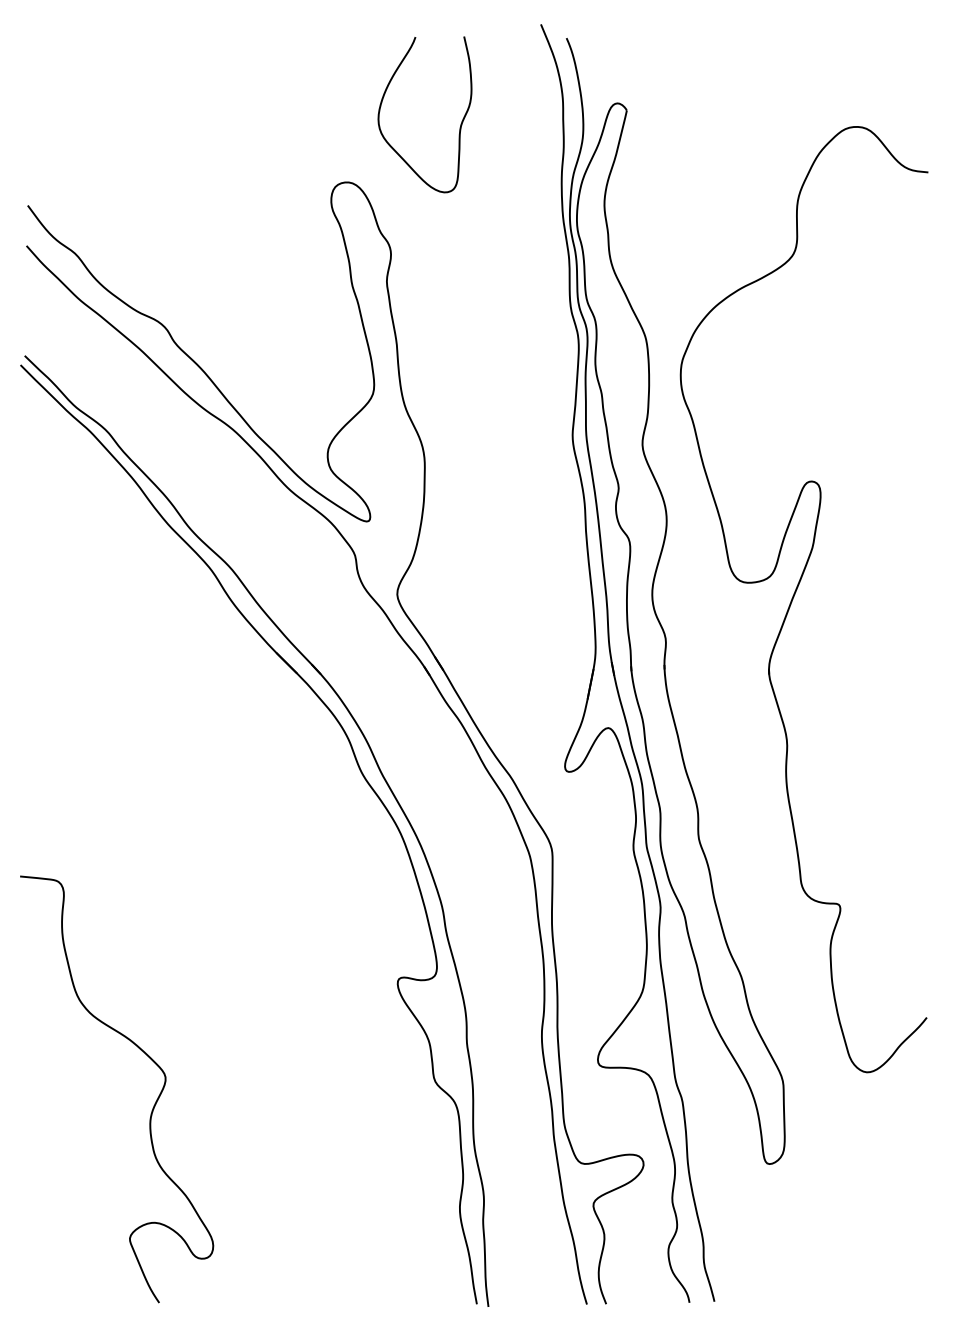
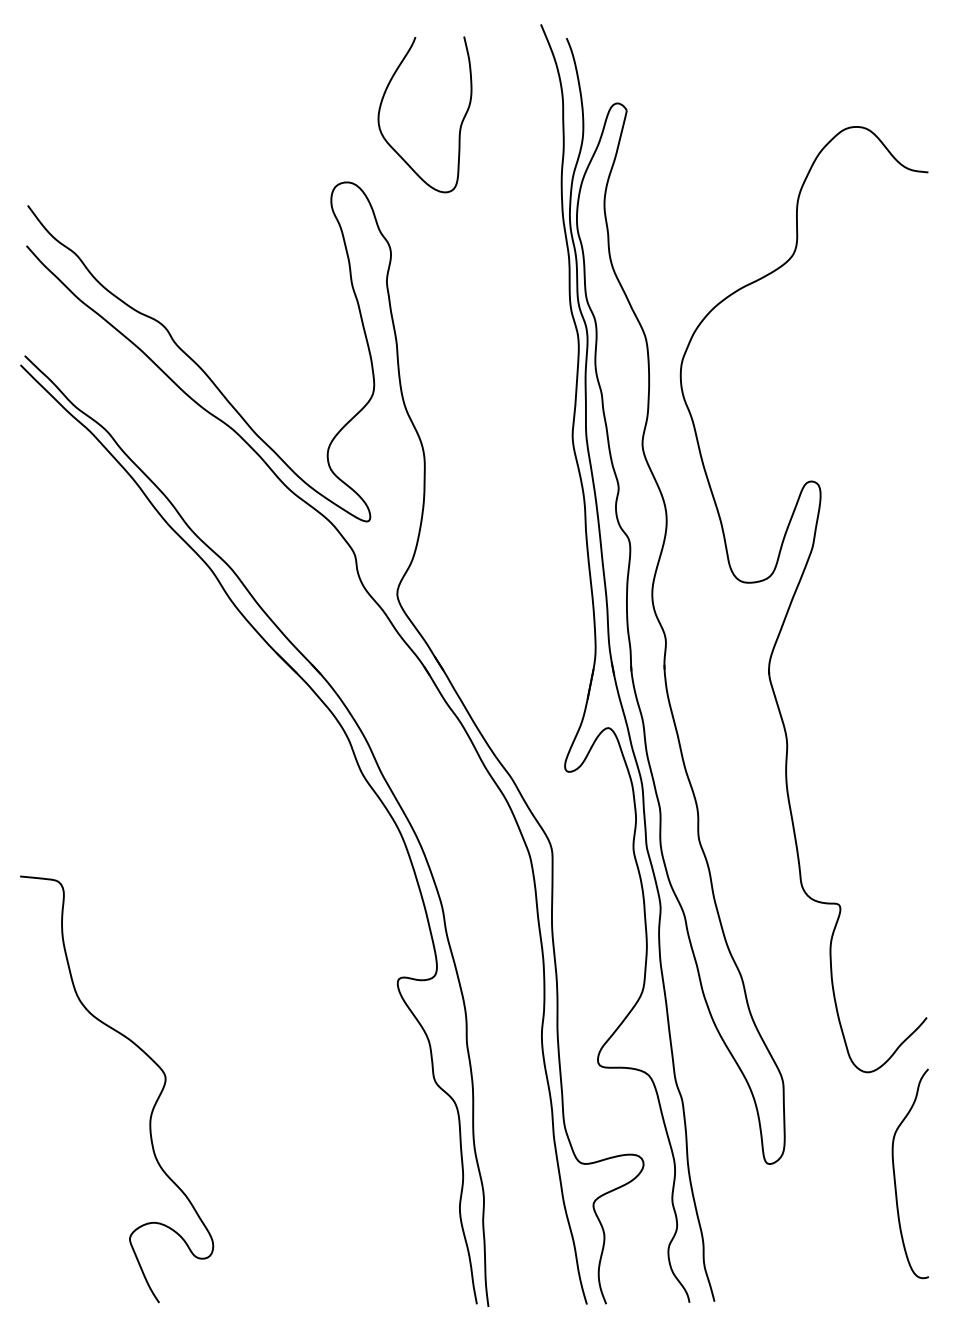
curve at (895, 1174): none -> present
